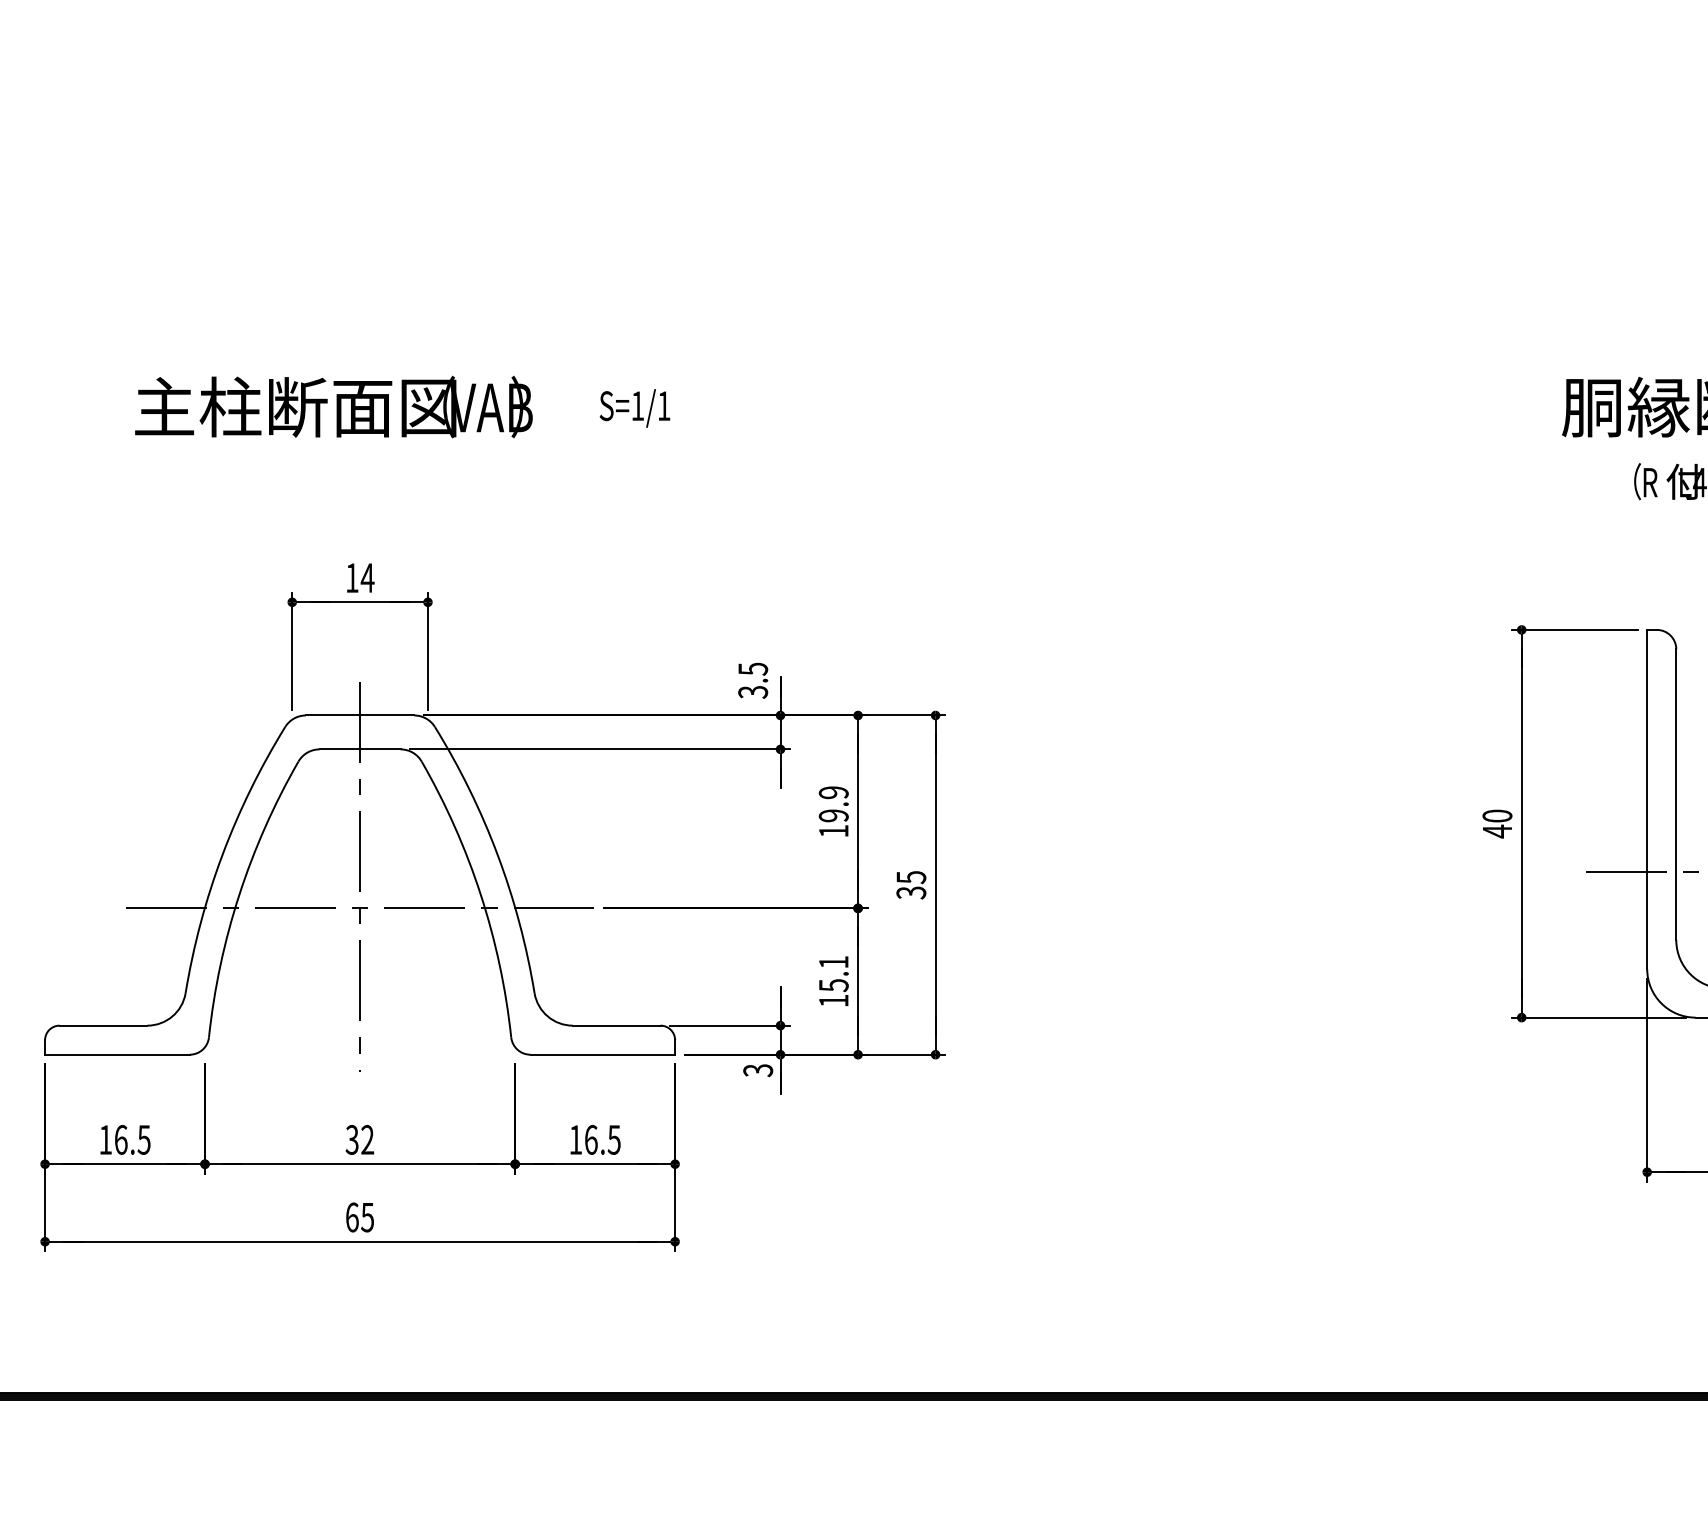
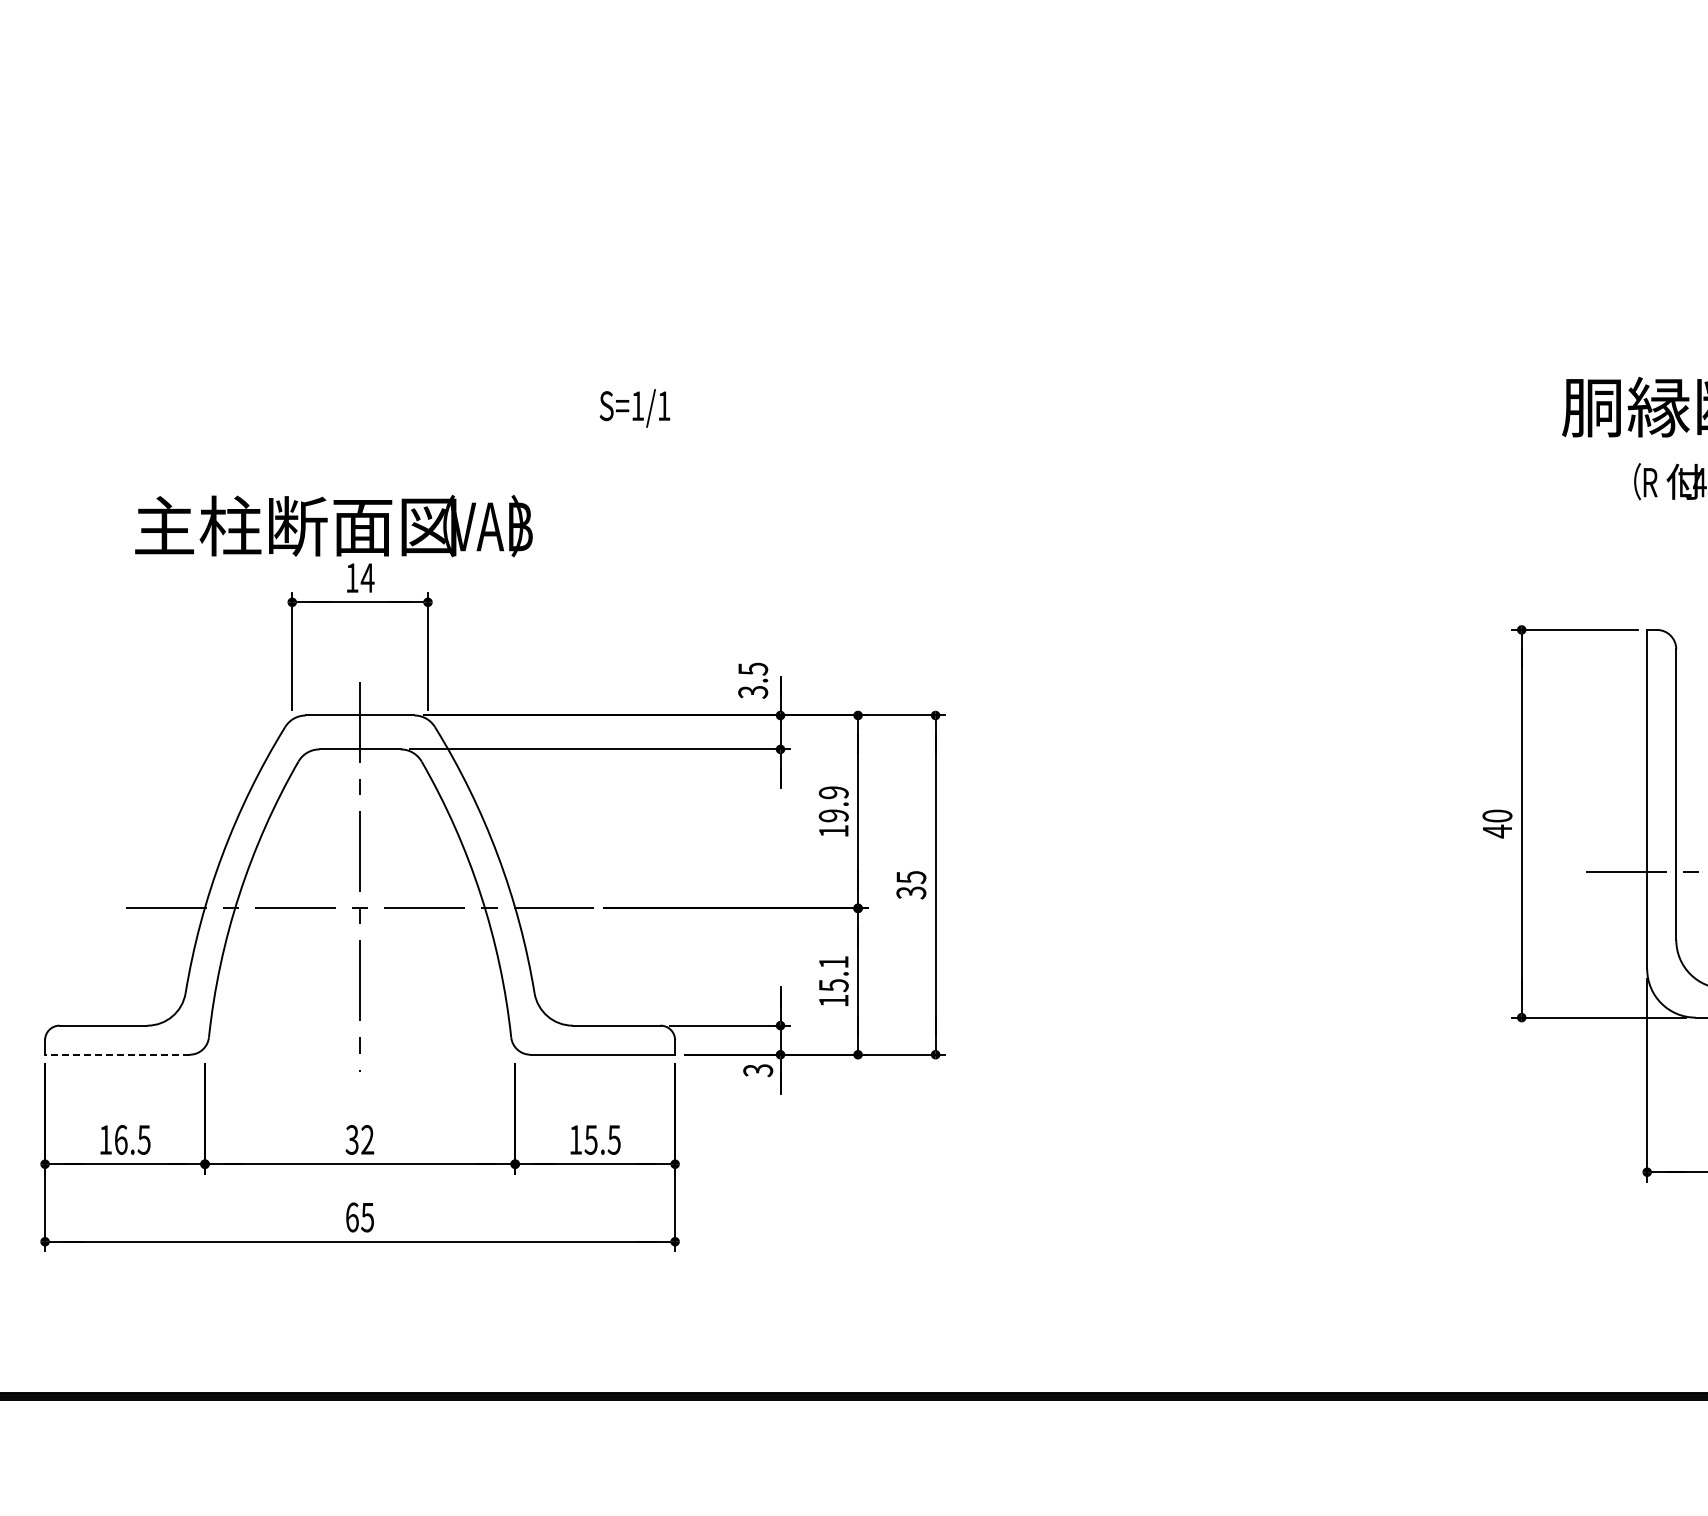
text at (333, 406) position: (333, 406) -> (333, 525)
line at (116, 1054): solid -> dashed
text at (590, 1139): 16.5 -> 15.5
